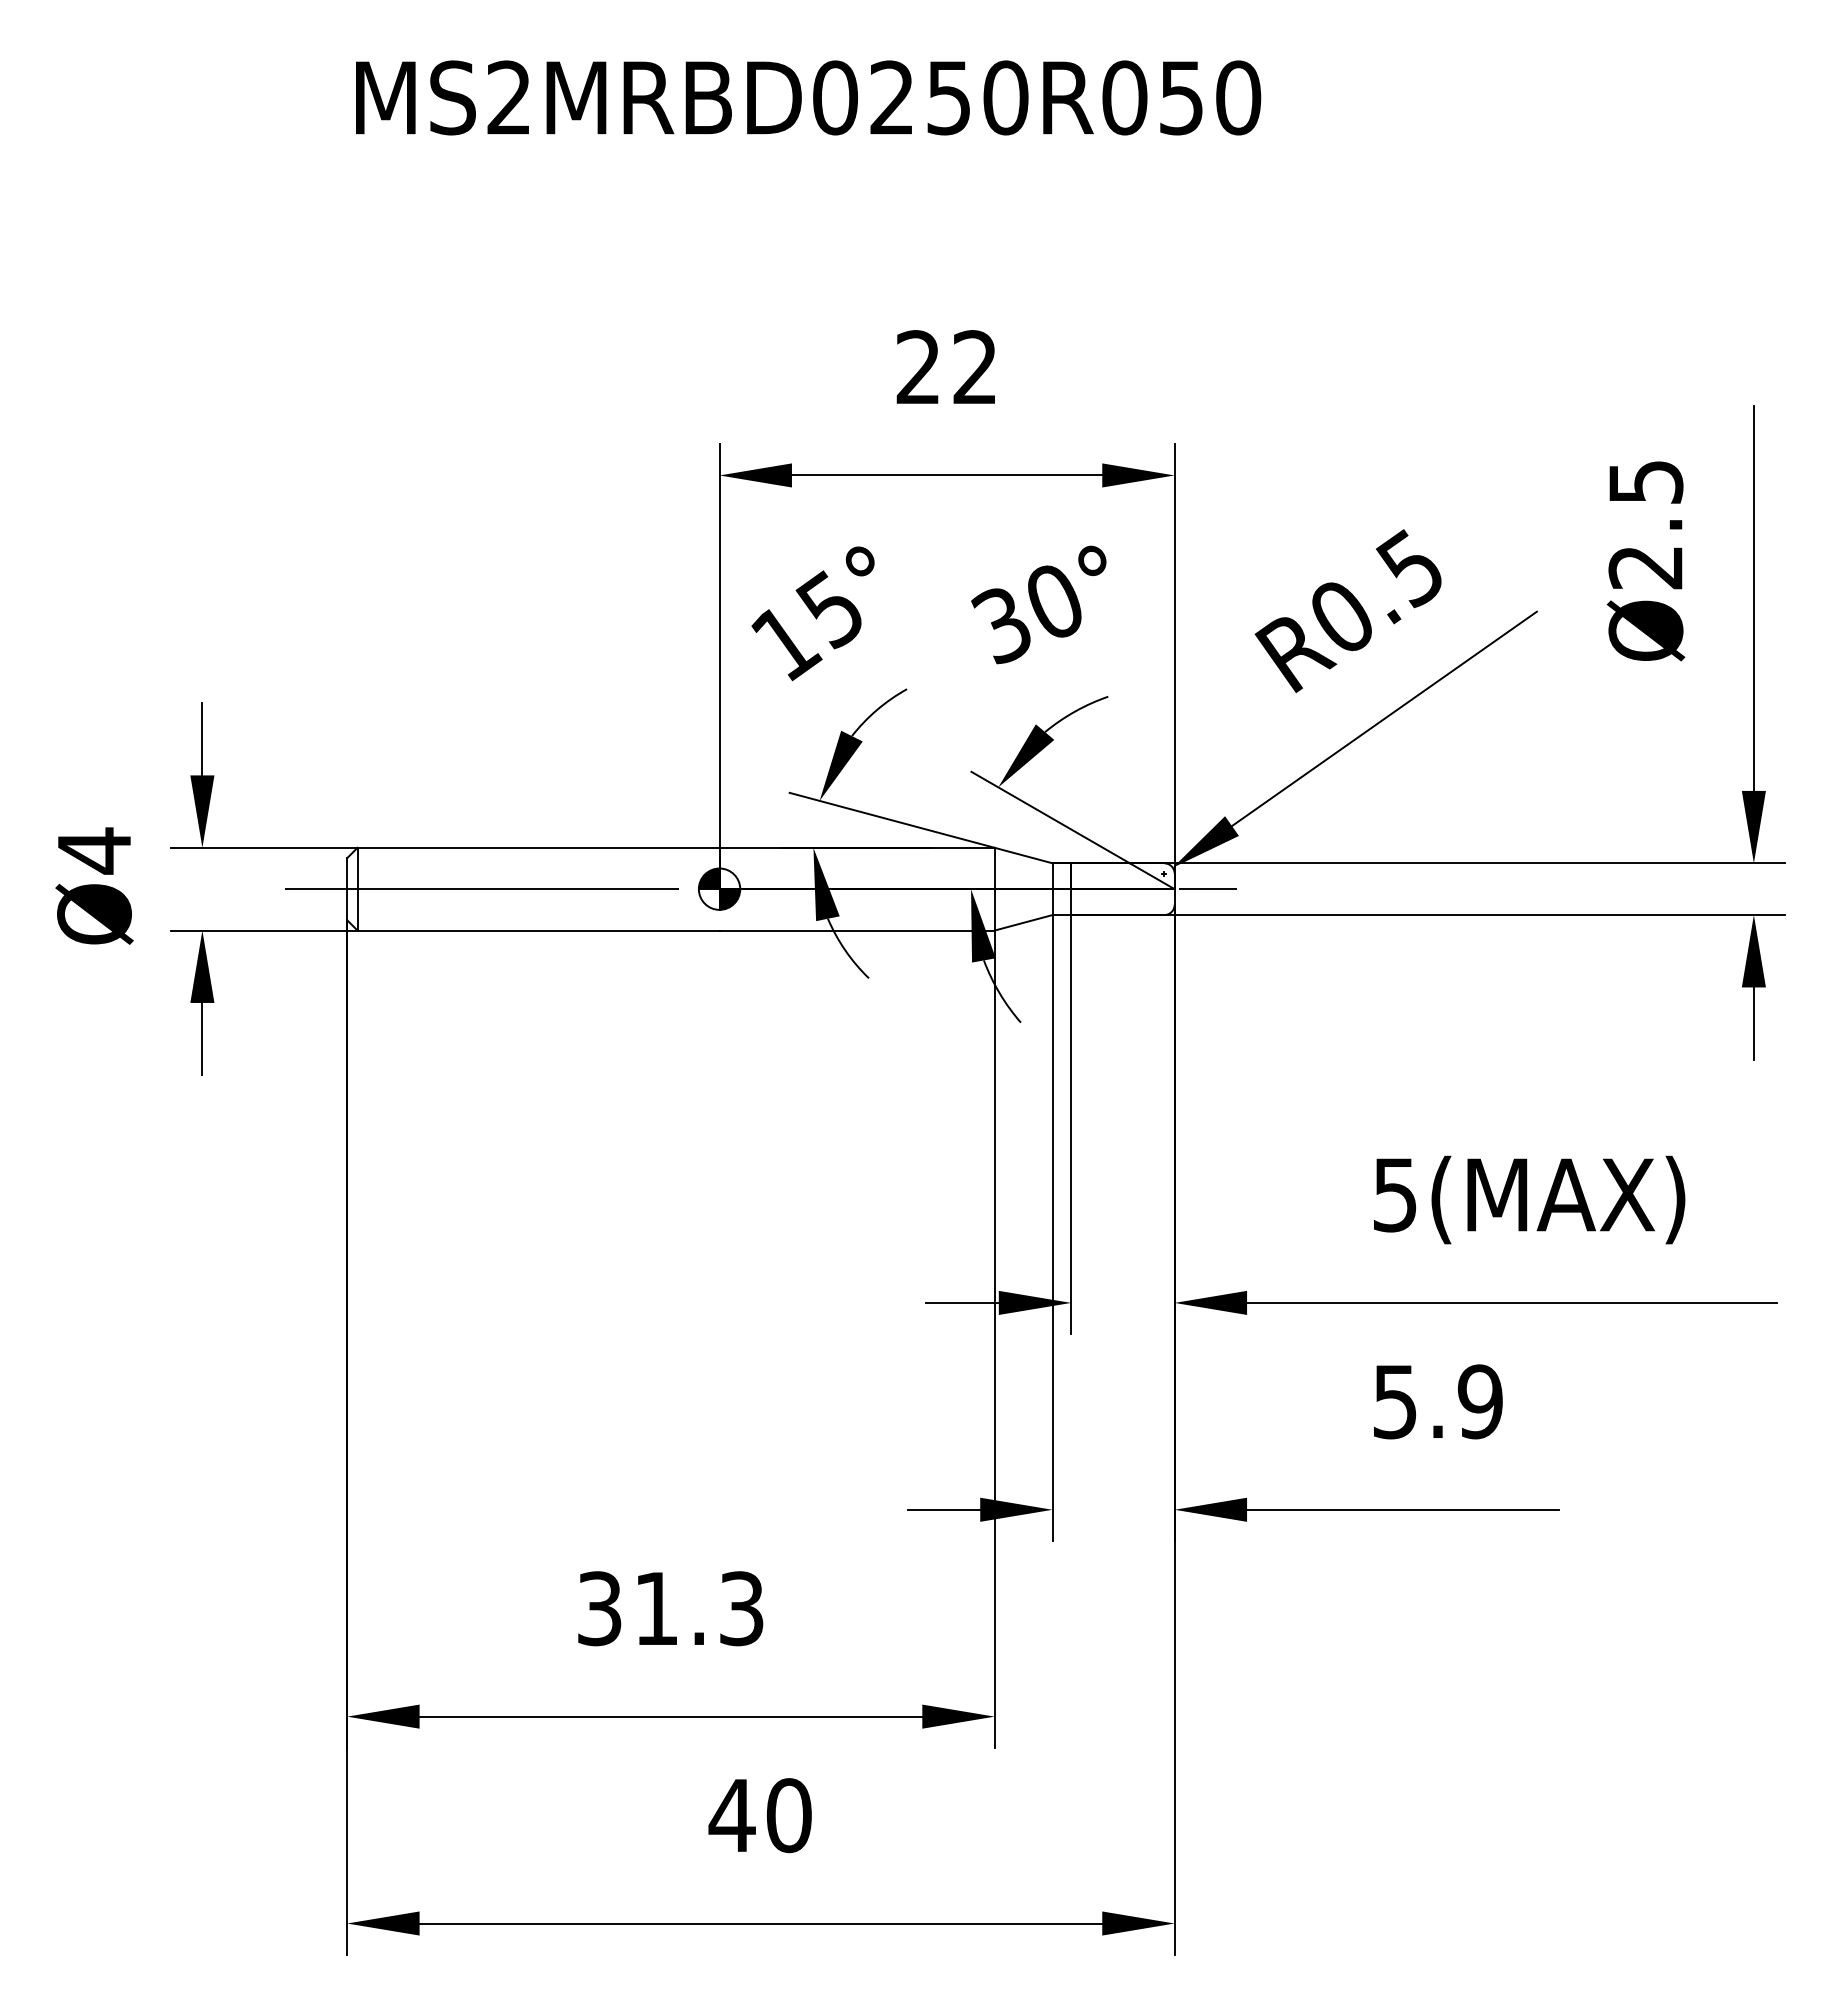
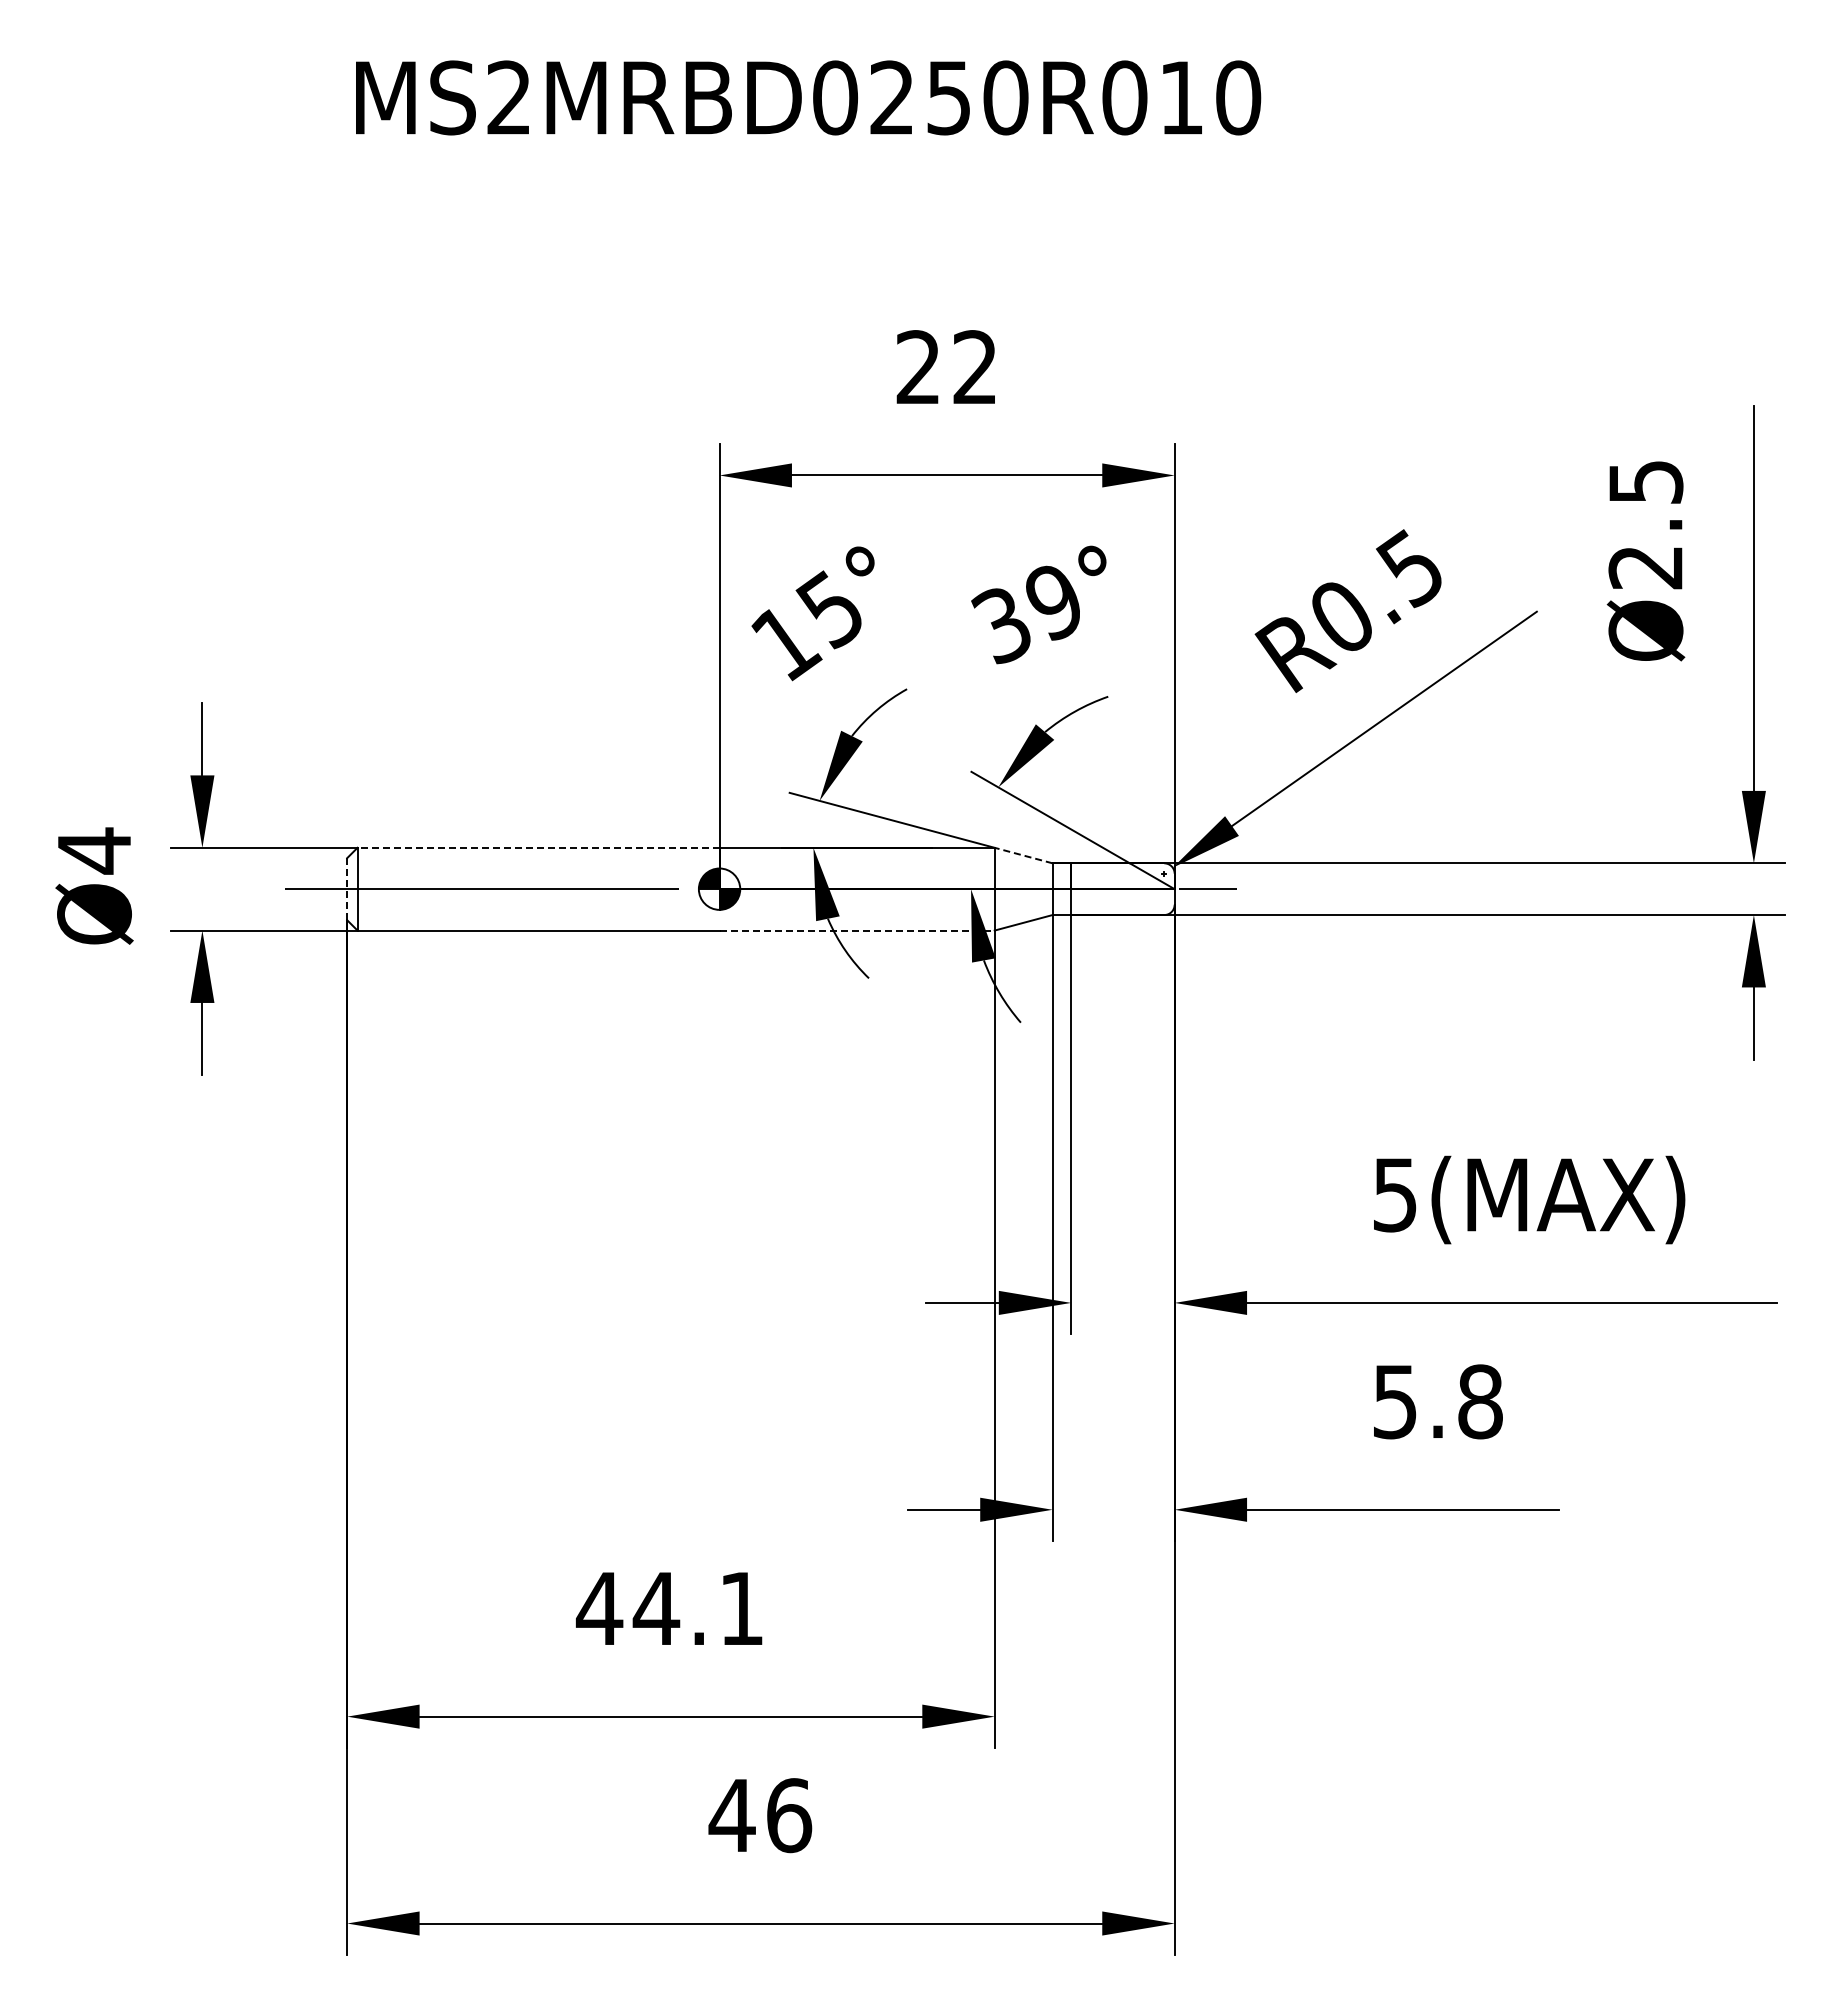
text at (1181, 98): MS2MRBD0250R050 -> MS2MRBD0250R010
text at (1053, 602): 30° -> 39°
line at (538, 847): solid -> dashed
line at (1023, 855): solid -> dashed
line at (347, 889): solid -> dashed
line at (857, 930): solid -> dashed
text at (1480, 1401): 5.9 -> 5.8
text at (669, 1608): 31.3 -> 44.1
text at (789, 1815): 40 -> 46
